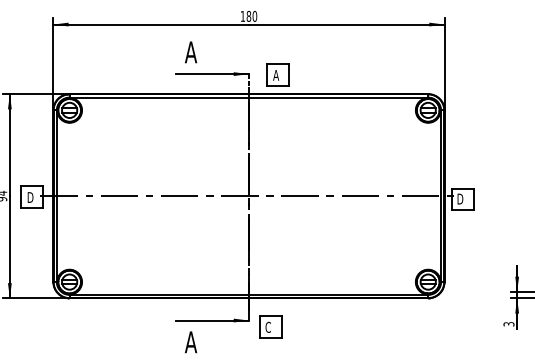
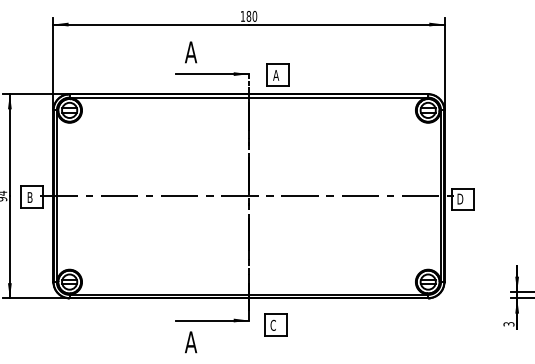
text at (30, 197): D -> B
part at (270, 326) position: (270, 326) -> (275, 324)
